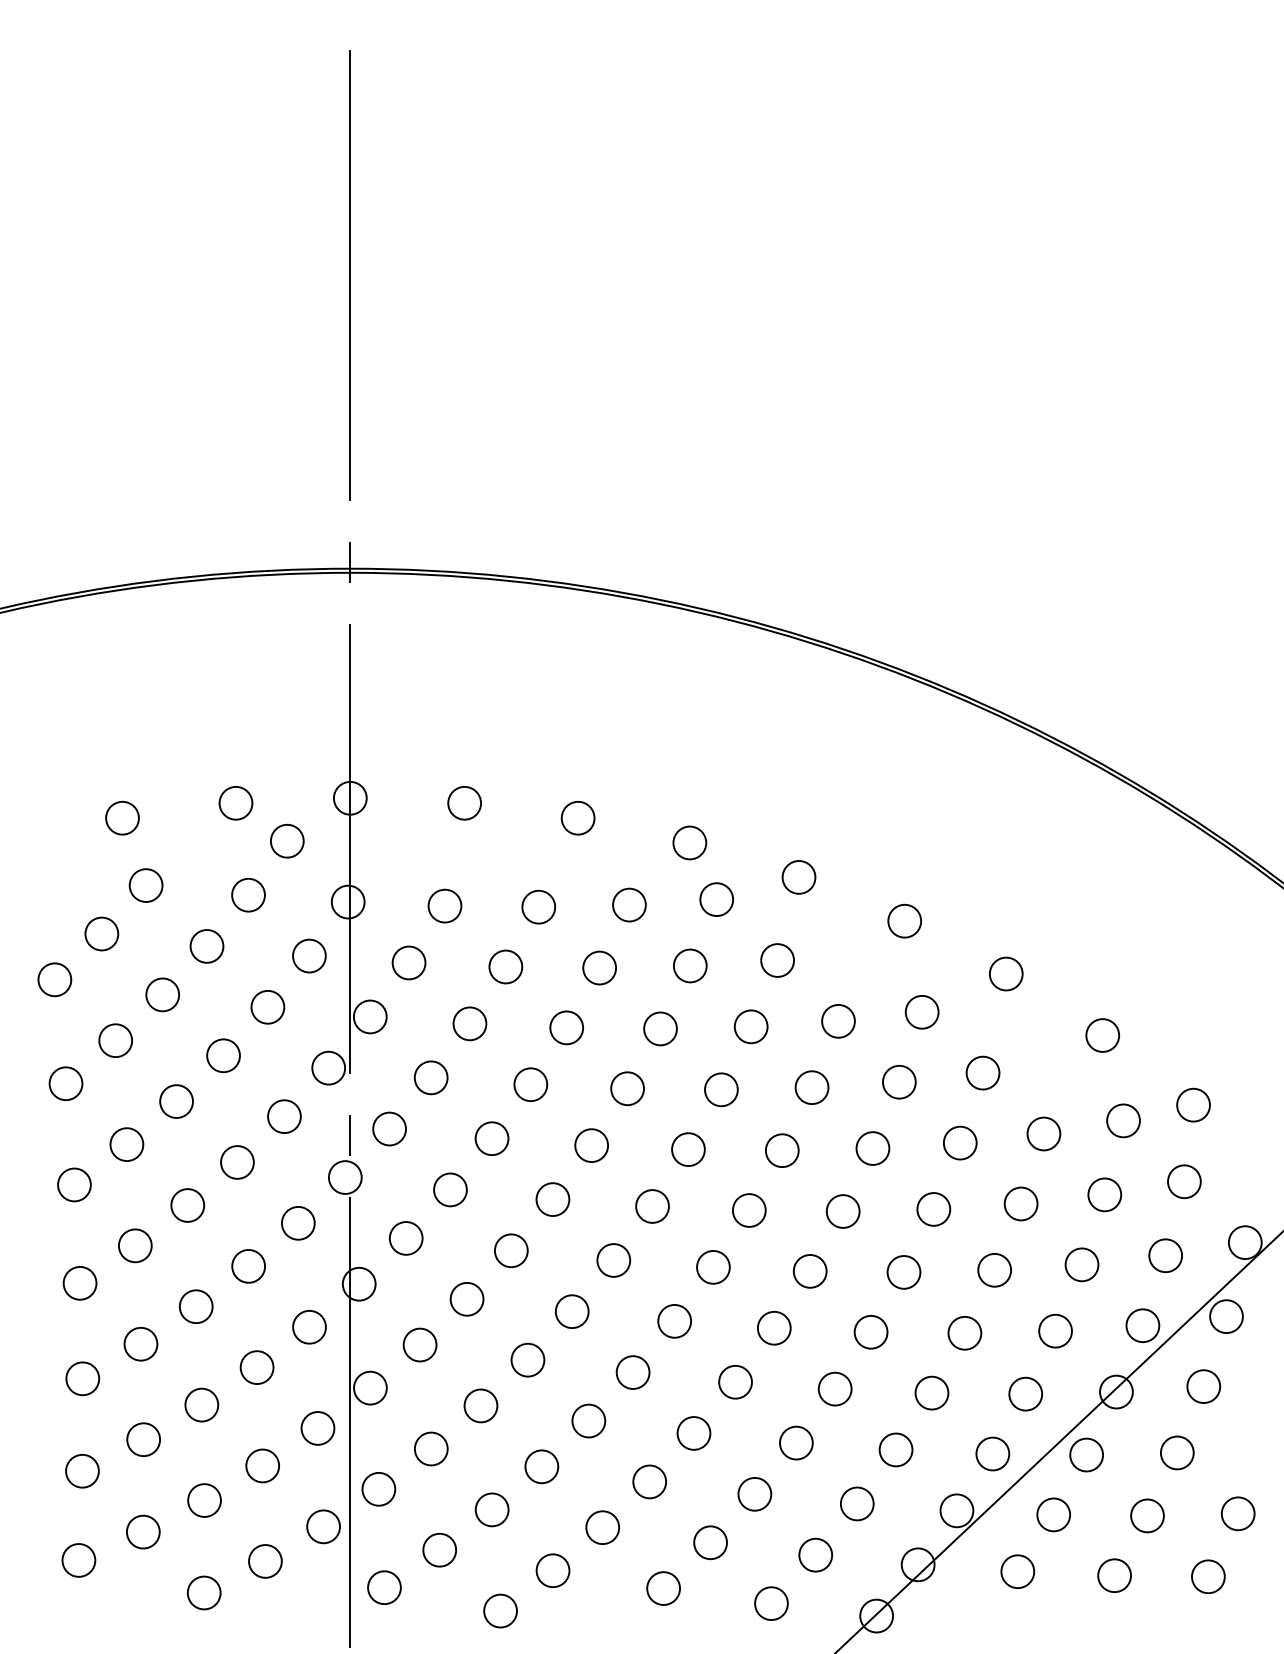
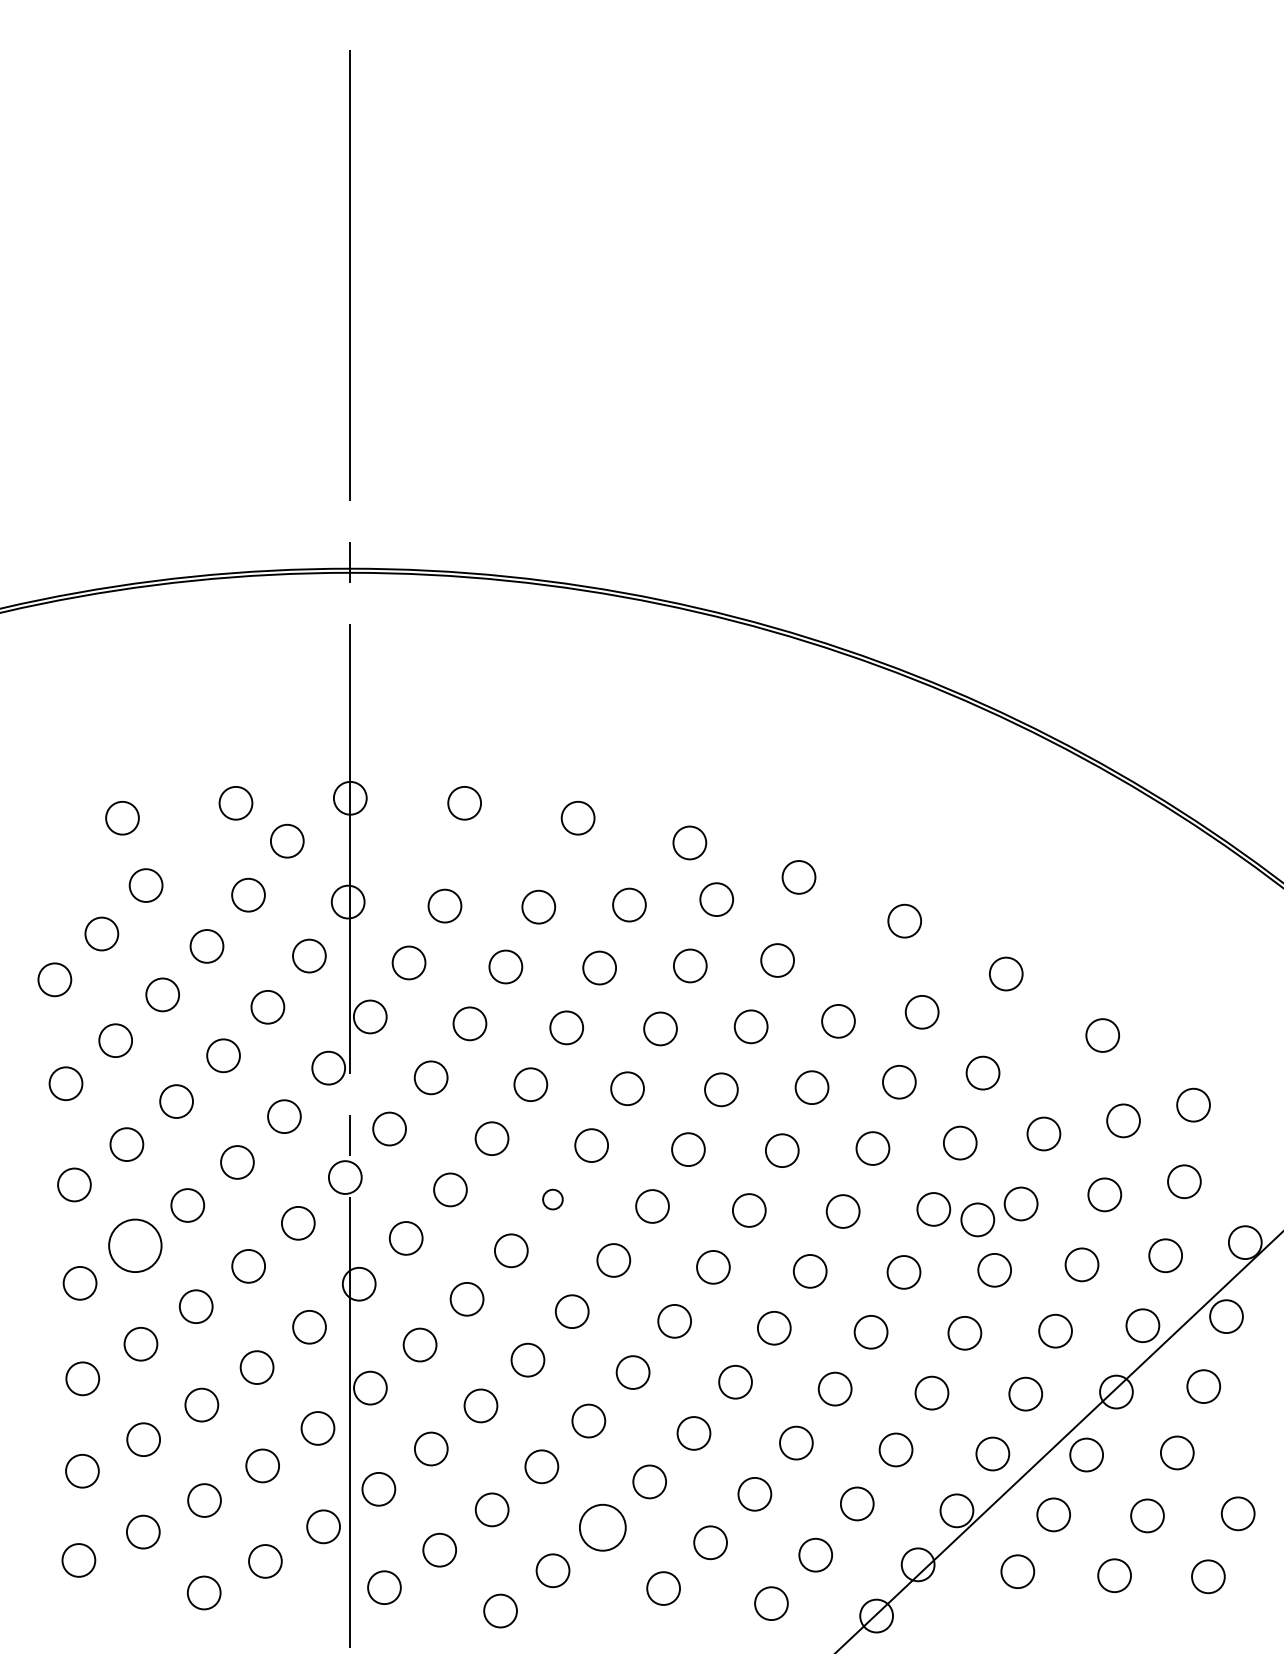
circle at (552, 1199) diameter: 33 px -> 20 px
circle at (977, 1219): none -> present
circle at (134, 1245) diameter: 33 px -> 52 px
circle at (602, 1527) size: 35x35 px -> 48x49 px
